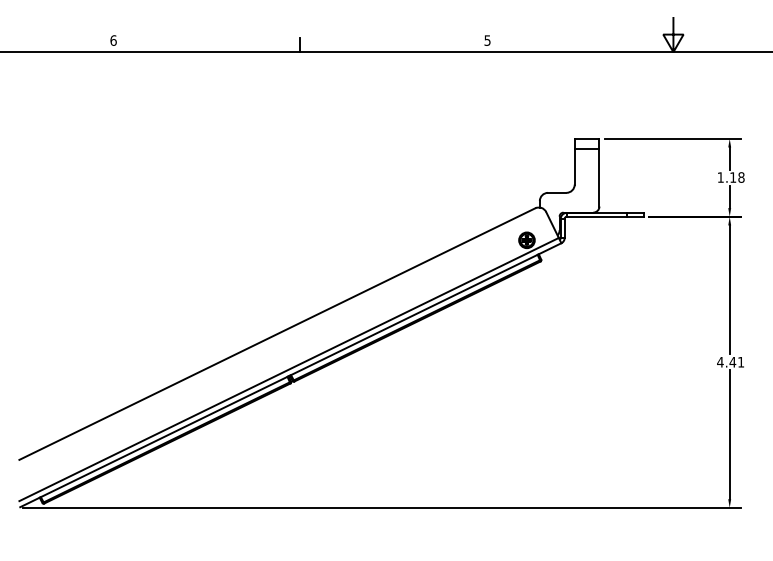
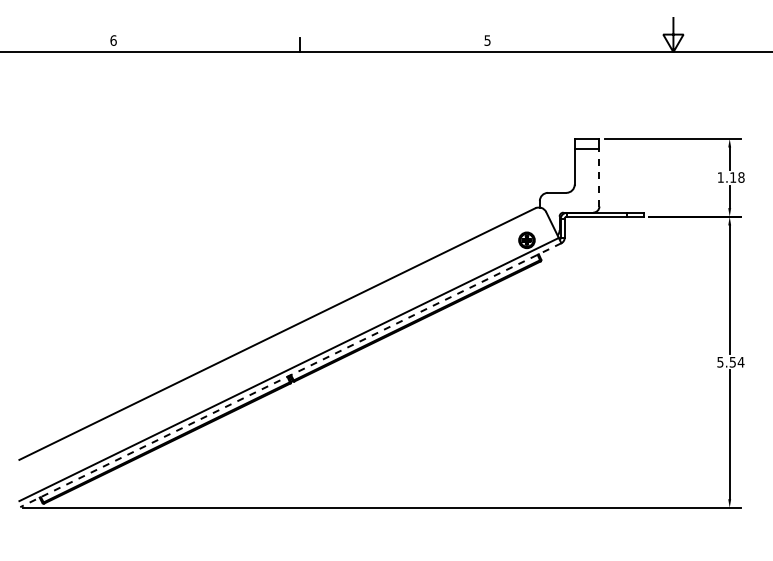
line at (599, 177): solid -> dashed
text at (730, 362): 4.41 -> 5.54
line at (290, 375): solid -> dashed
